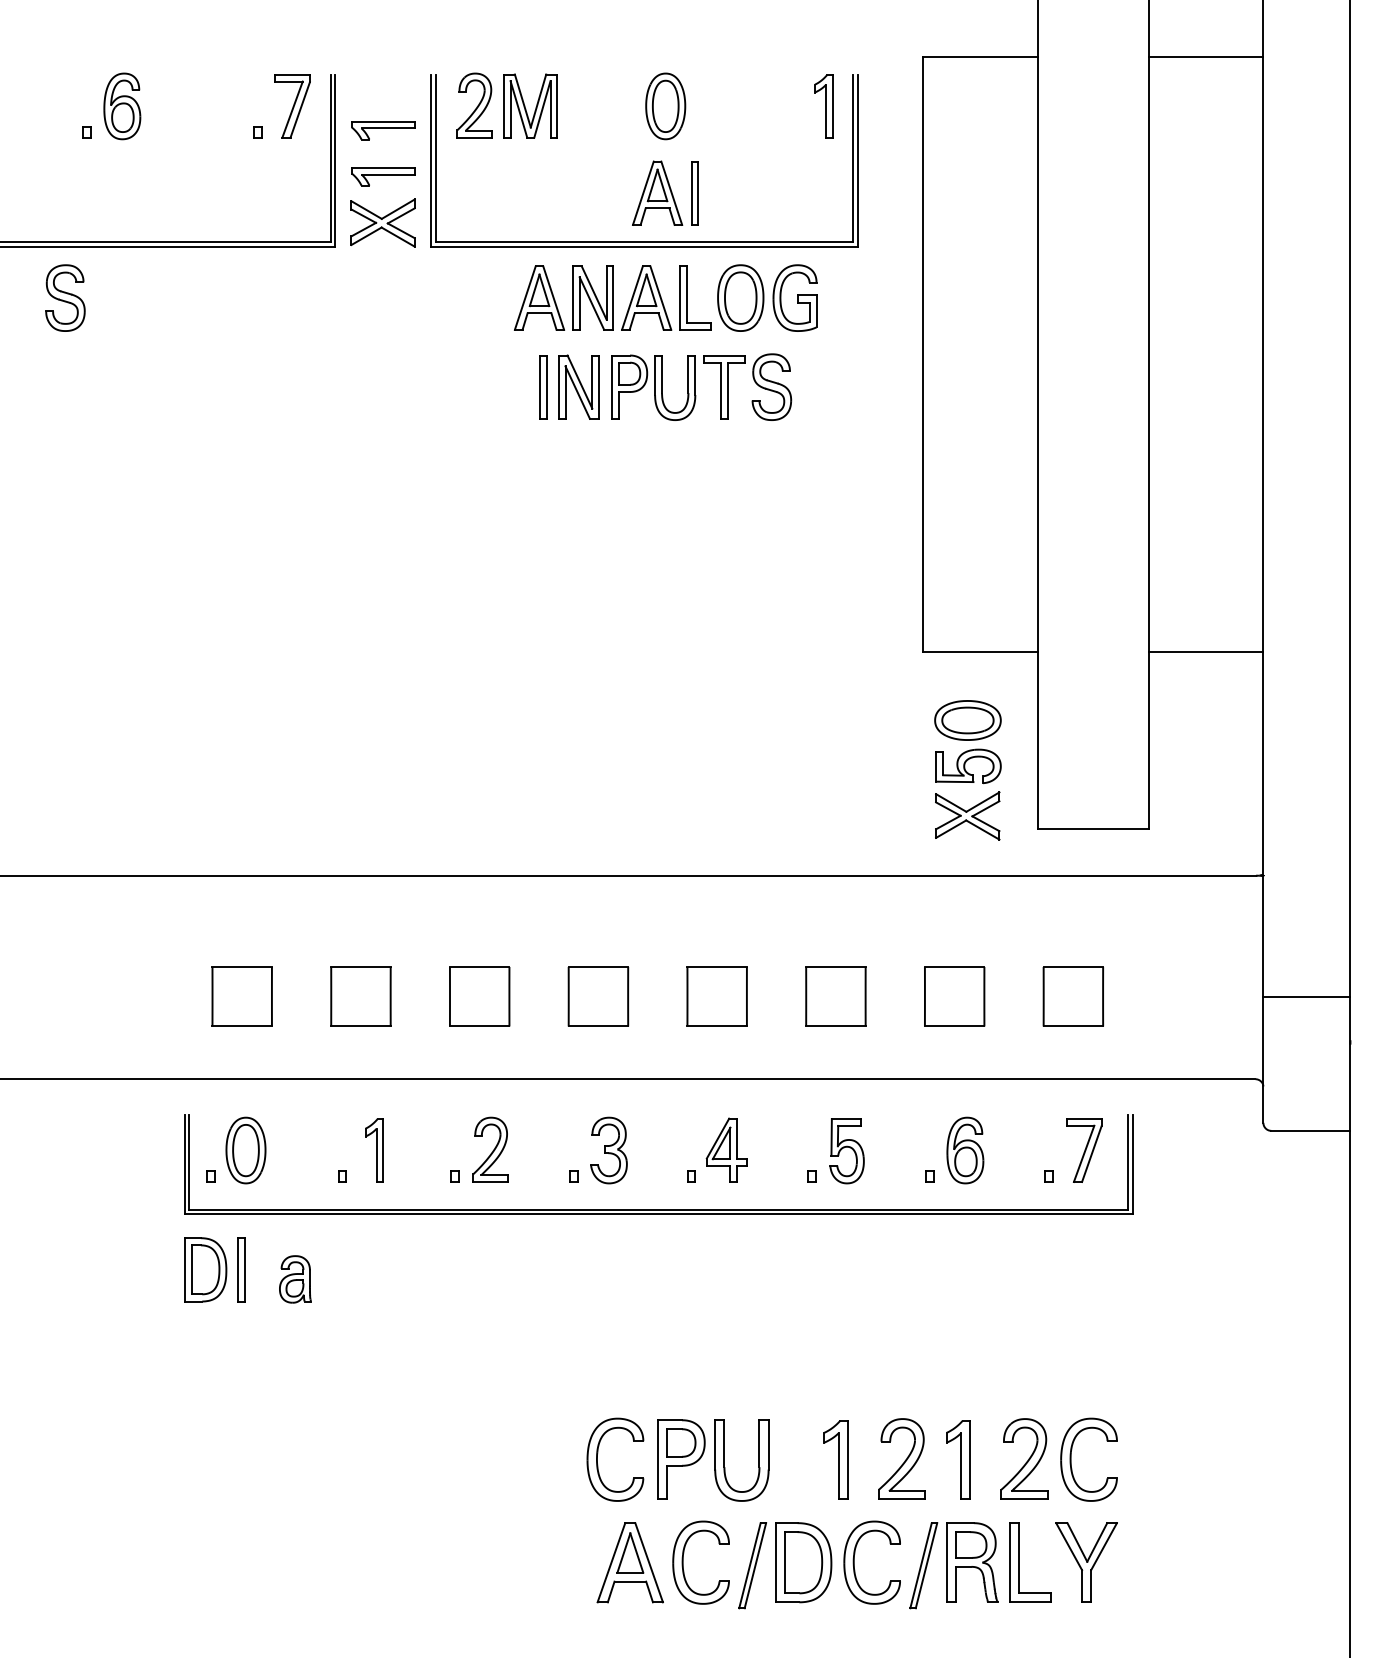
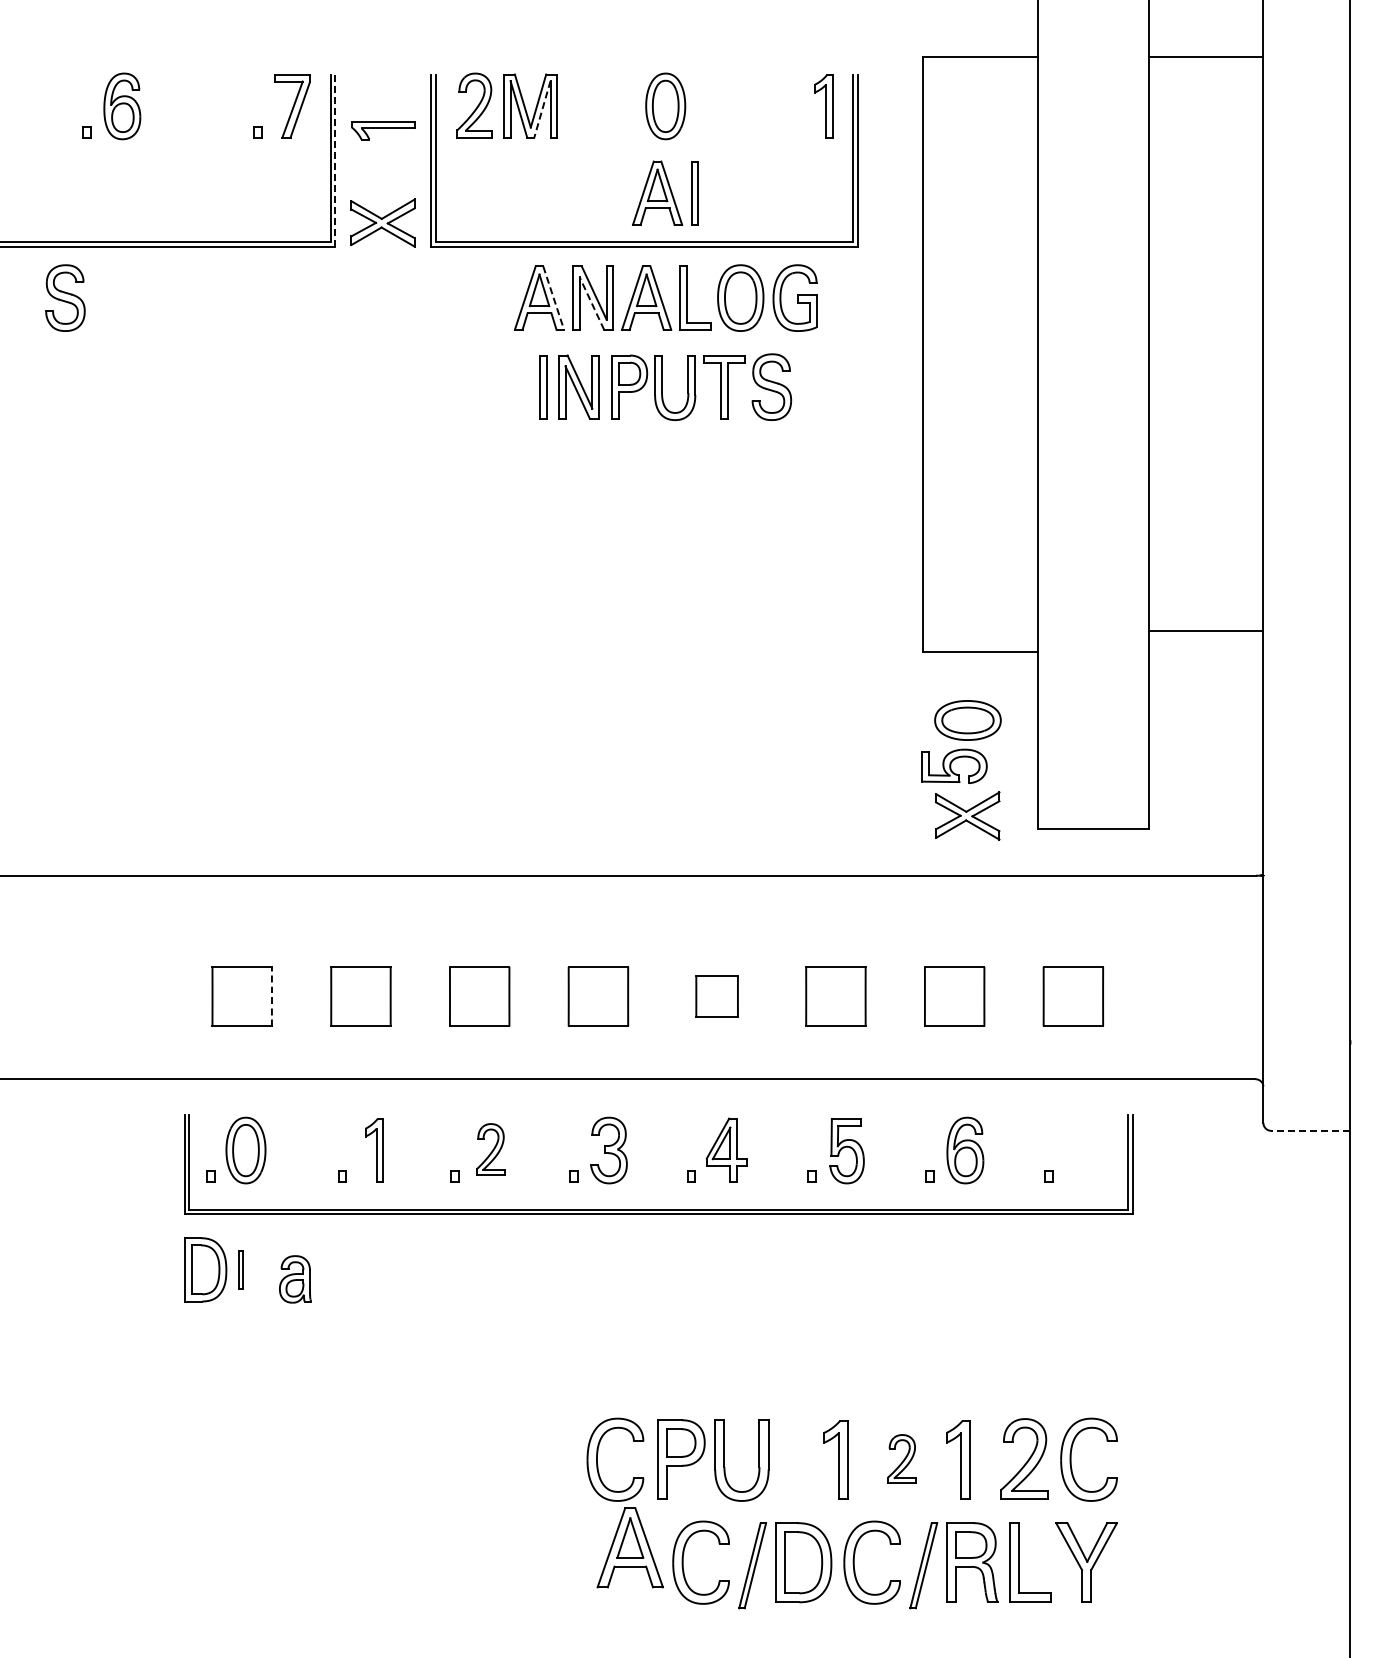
line at (542, 109): solid -> dashed
line at (335, 161): solid -> dashed
part at (383, 176): present -> none
line at (553, 298): solid -> dashed
line at (591, 303): solid -> dashed
line at (1205, 652) position: (1205, 652) -> (1205, 631)
part at (968, 766) position: (968, 766) -> (954, 766)
line at (271, 996): solid -> dashed
part at (716, 996) size: 62x61 px -> 44x43 px
line at (1306, 996): present -> none
line at (1310, 1130): solid -> dashed
part at (490, 1149) size: 37x67 px -> 30x53 px
part at (1084, 1150): present -> none
part at (241, 1269) size: 9x66 px -> 6x40 px
part at (901, 1458) size: 48x82 px -> 30x50 px
part at (629, 1562) position: (629, 1562) -> (629, 1547)
